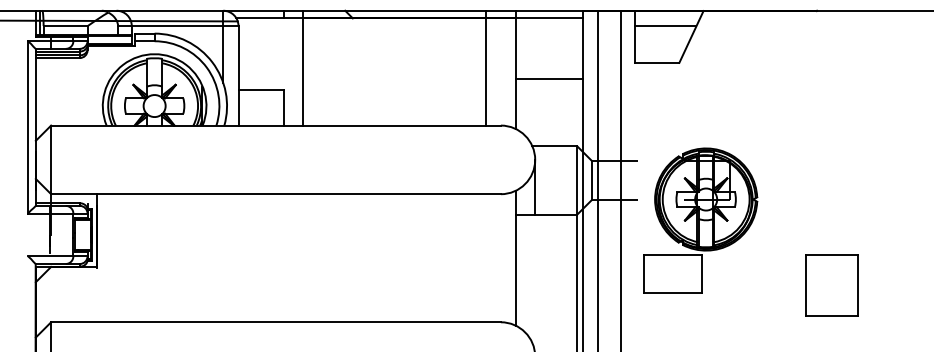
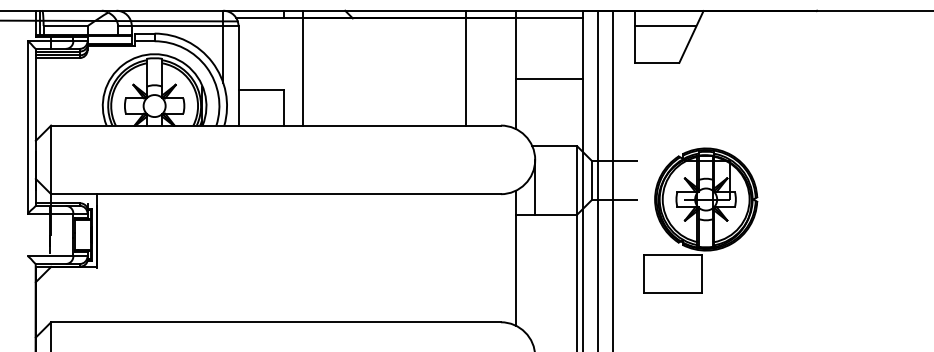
line at (485, 67) position: (485, 67) -> (465, 67)
line at (621, 179) position: (621, 179) -> (613, 179)
part at (831, 285): present -> none
